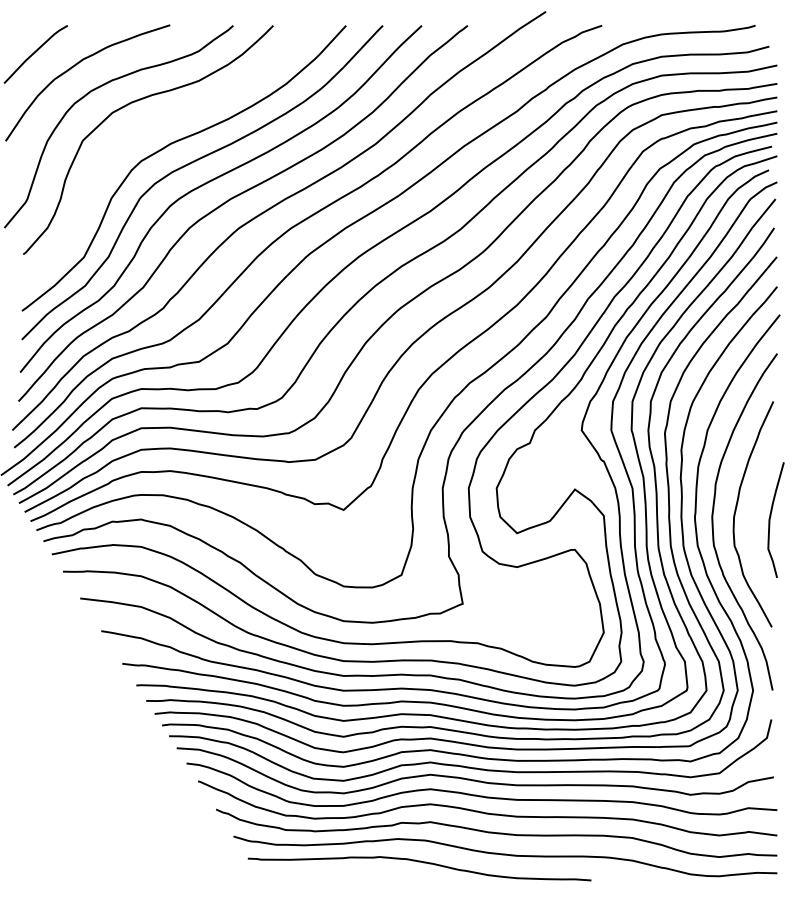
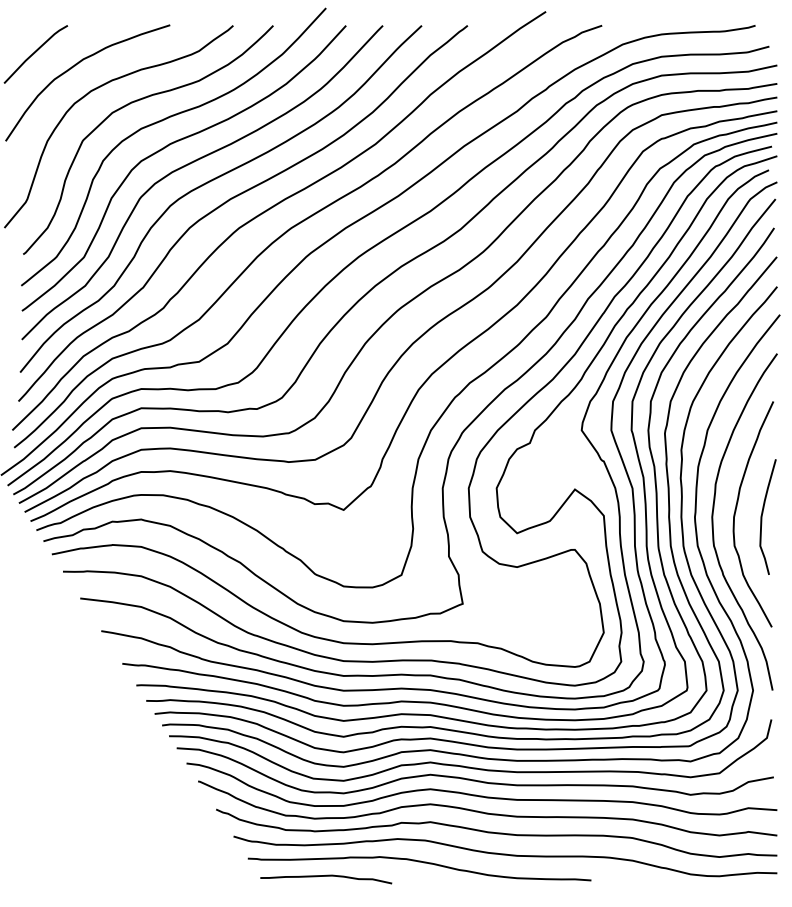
curve at (162, 121): none -> present
curve at (771, 516) position: (771, 516) -> (763, 513)
curve at (326, 876): none -> present
